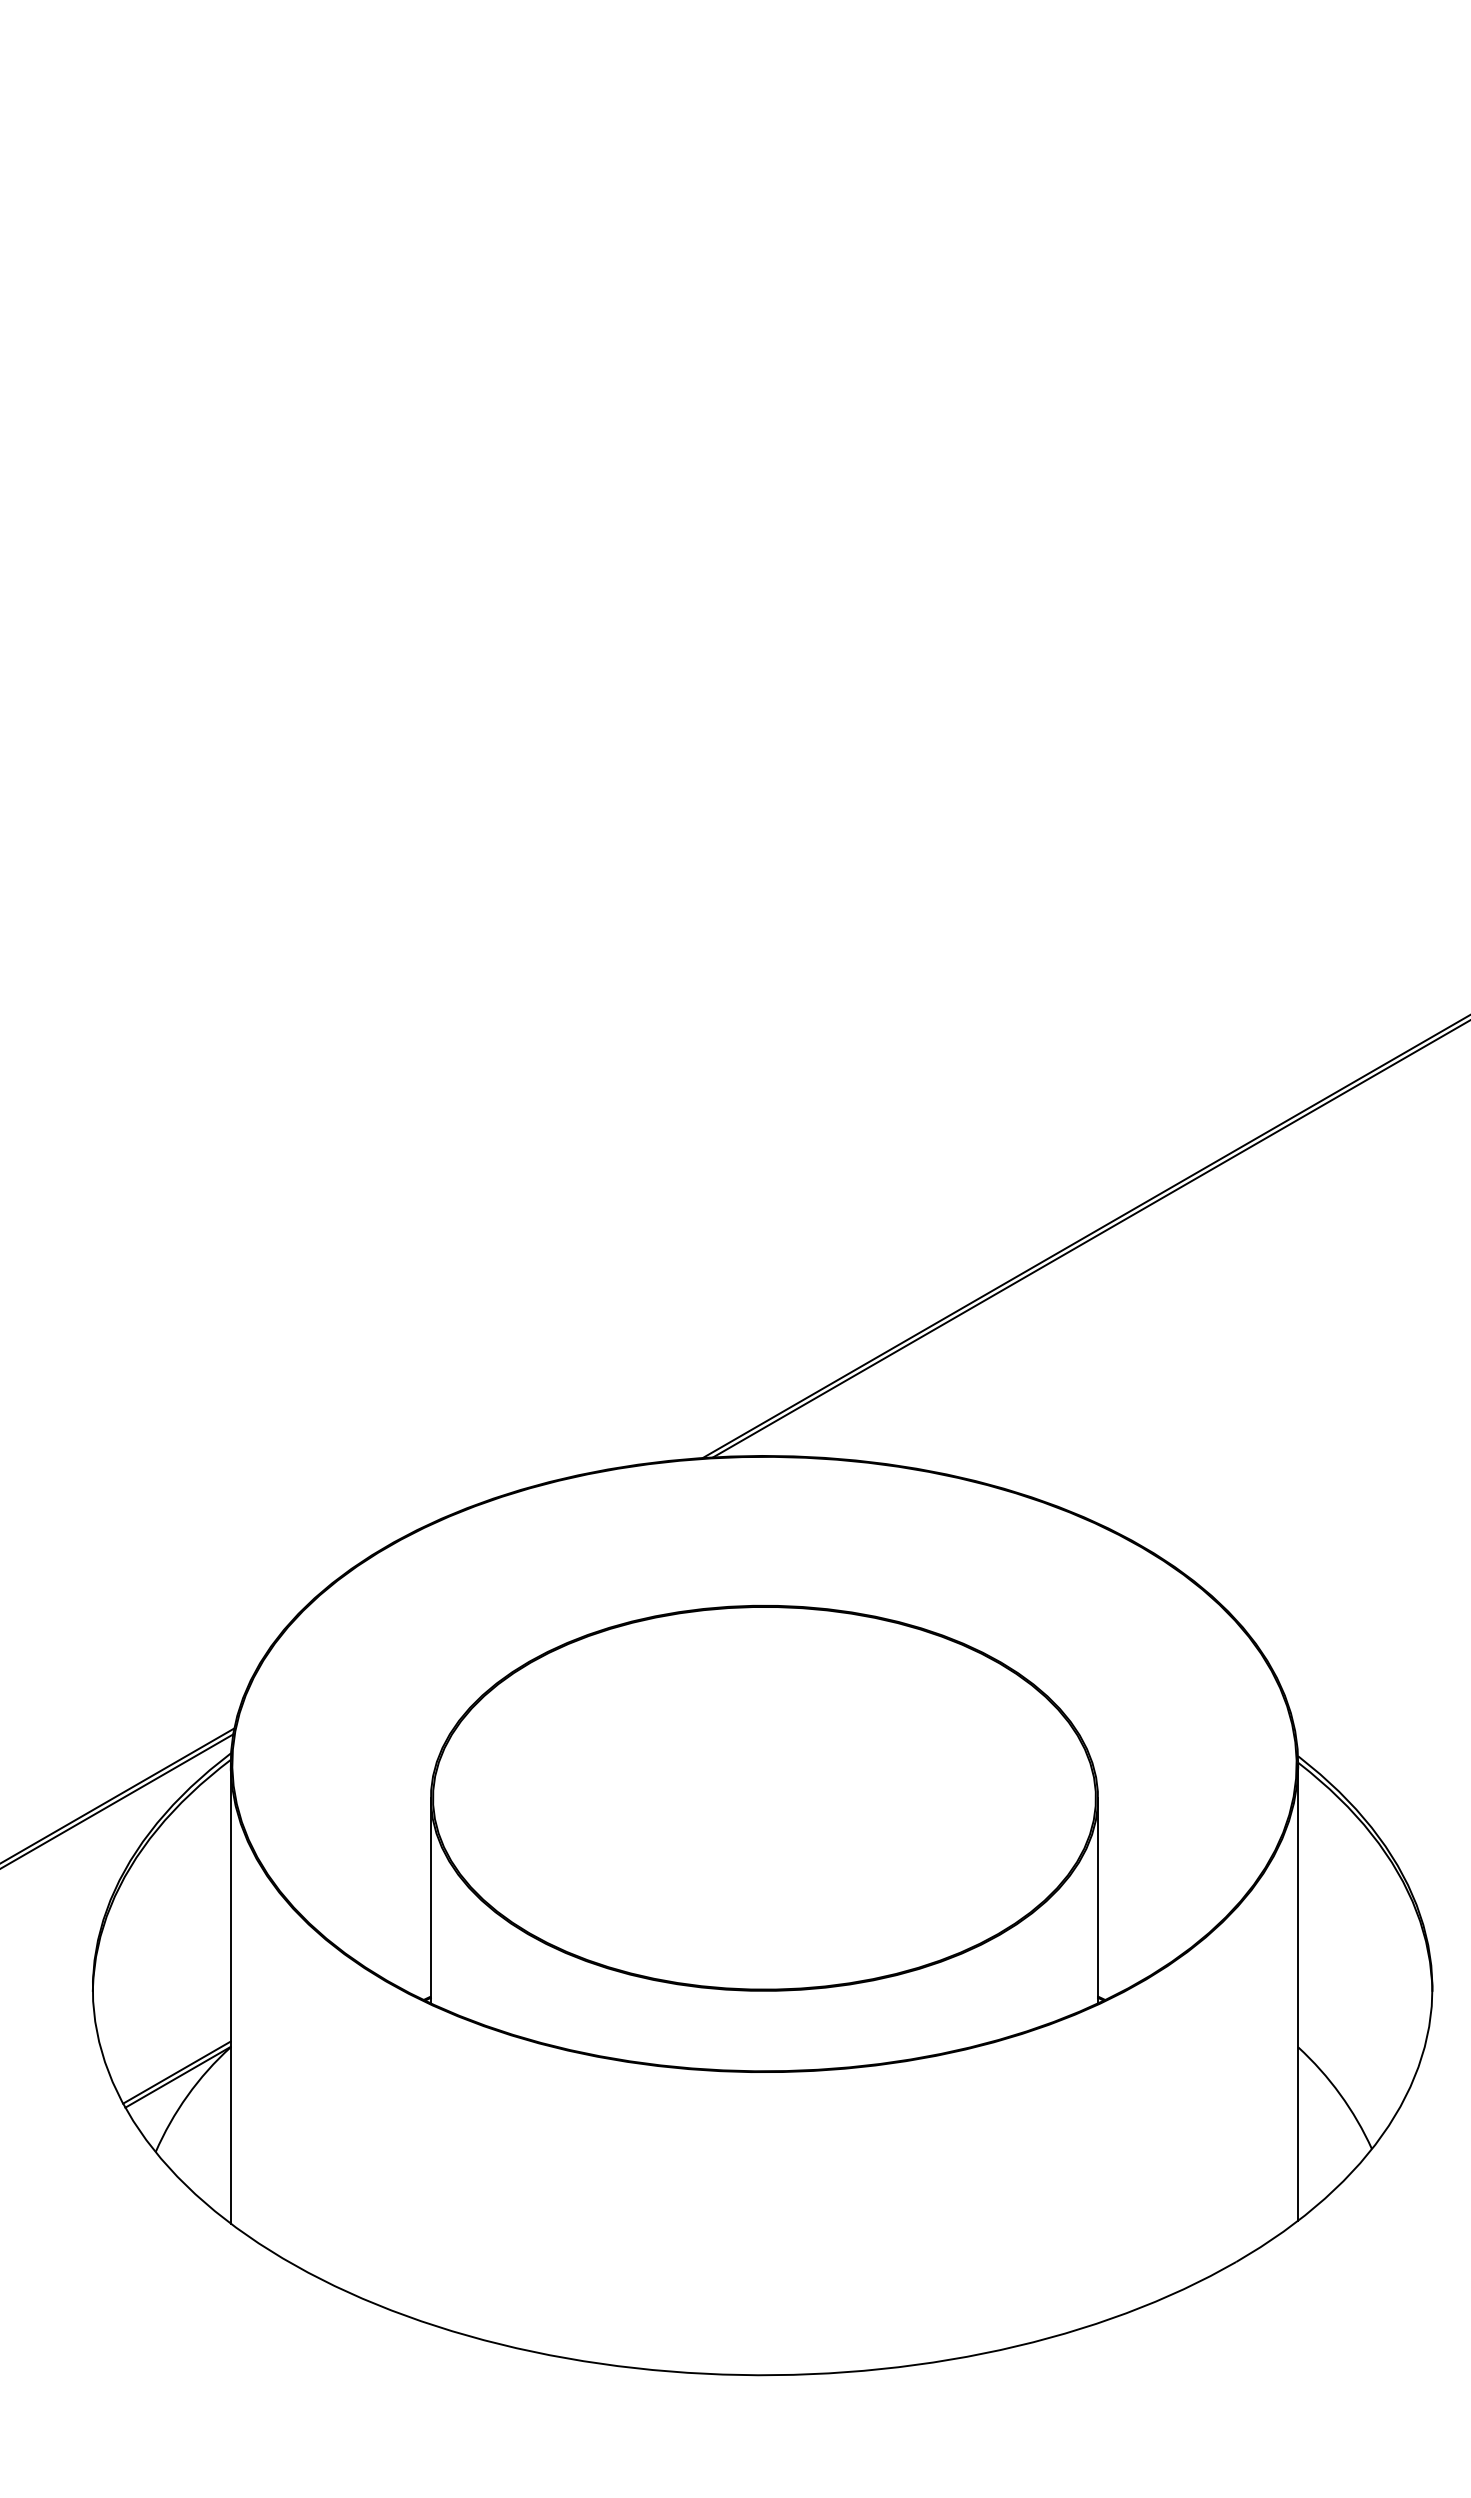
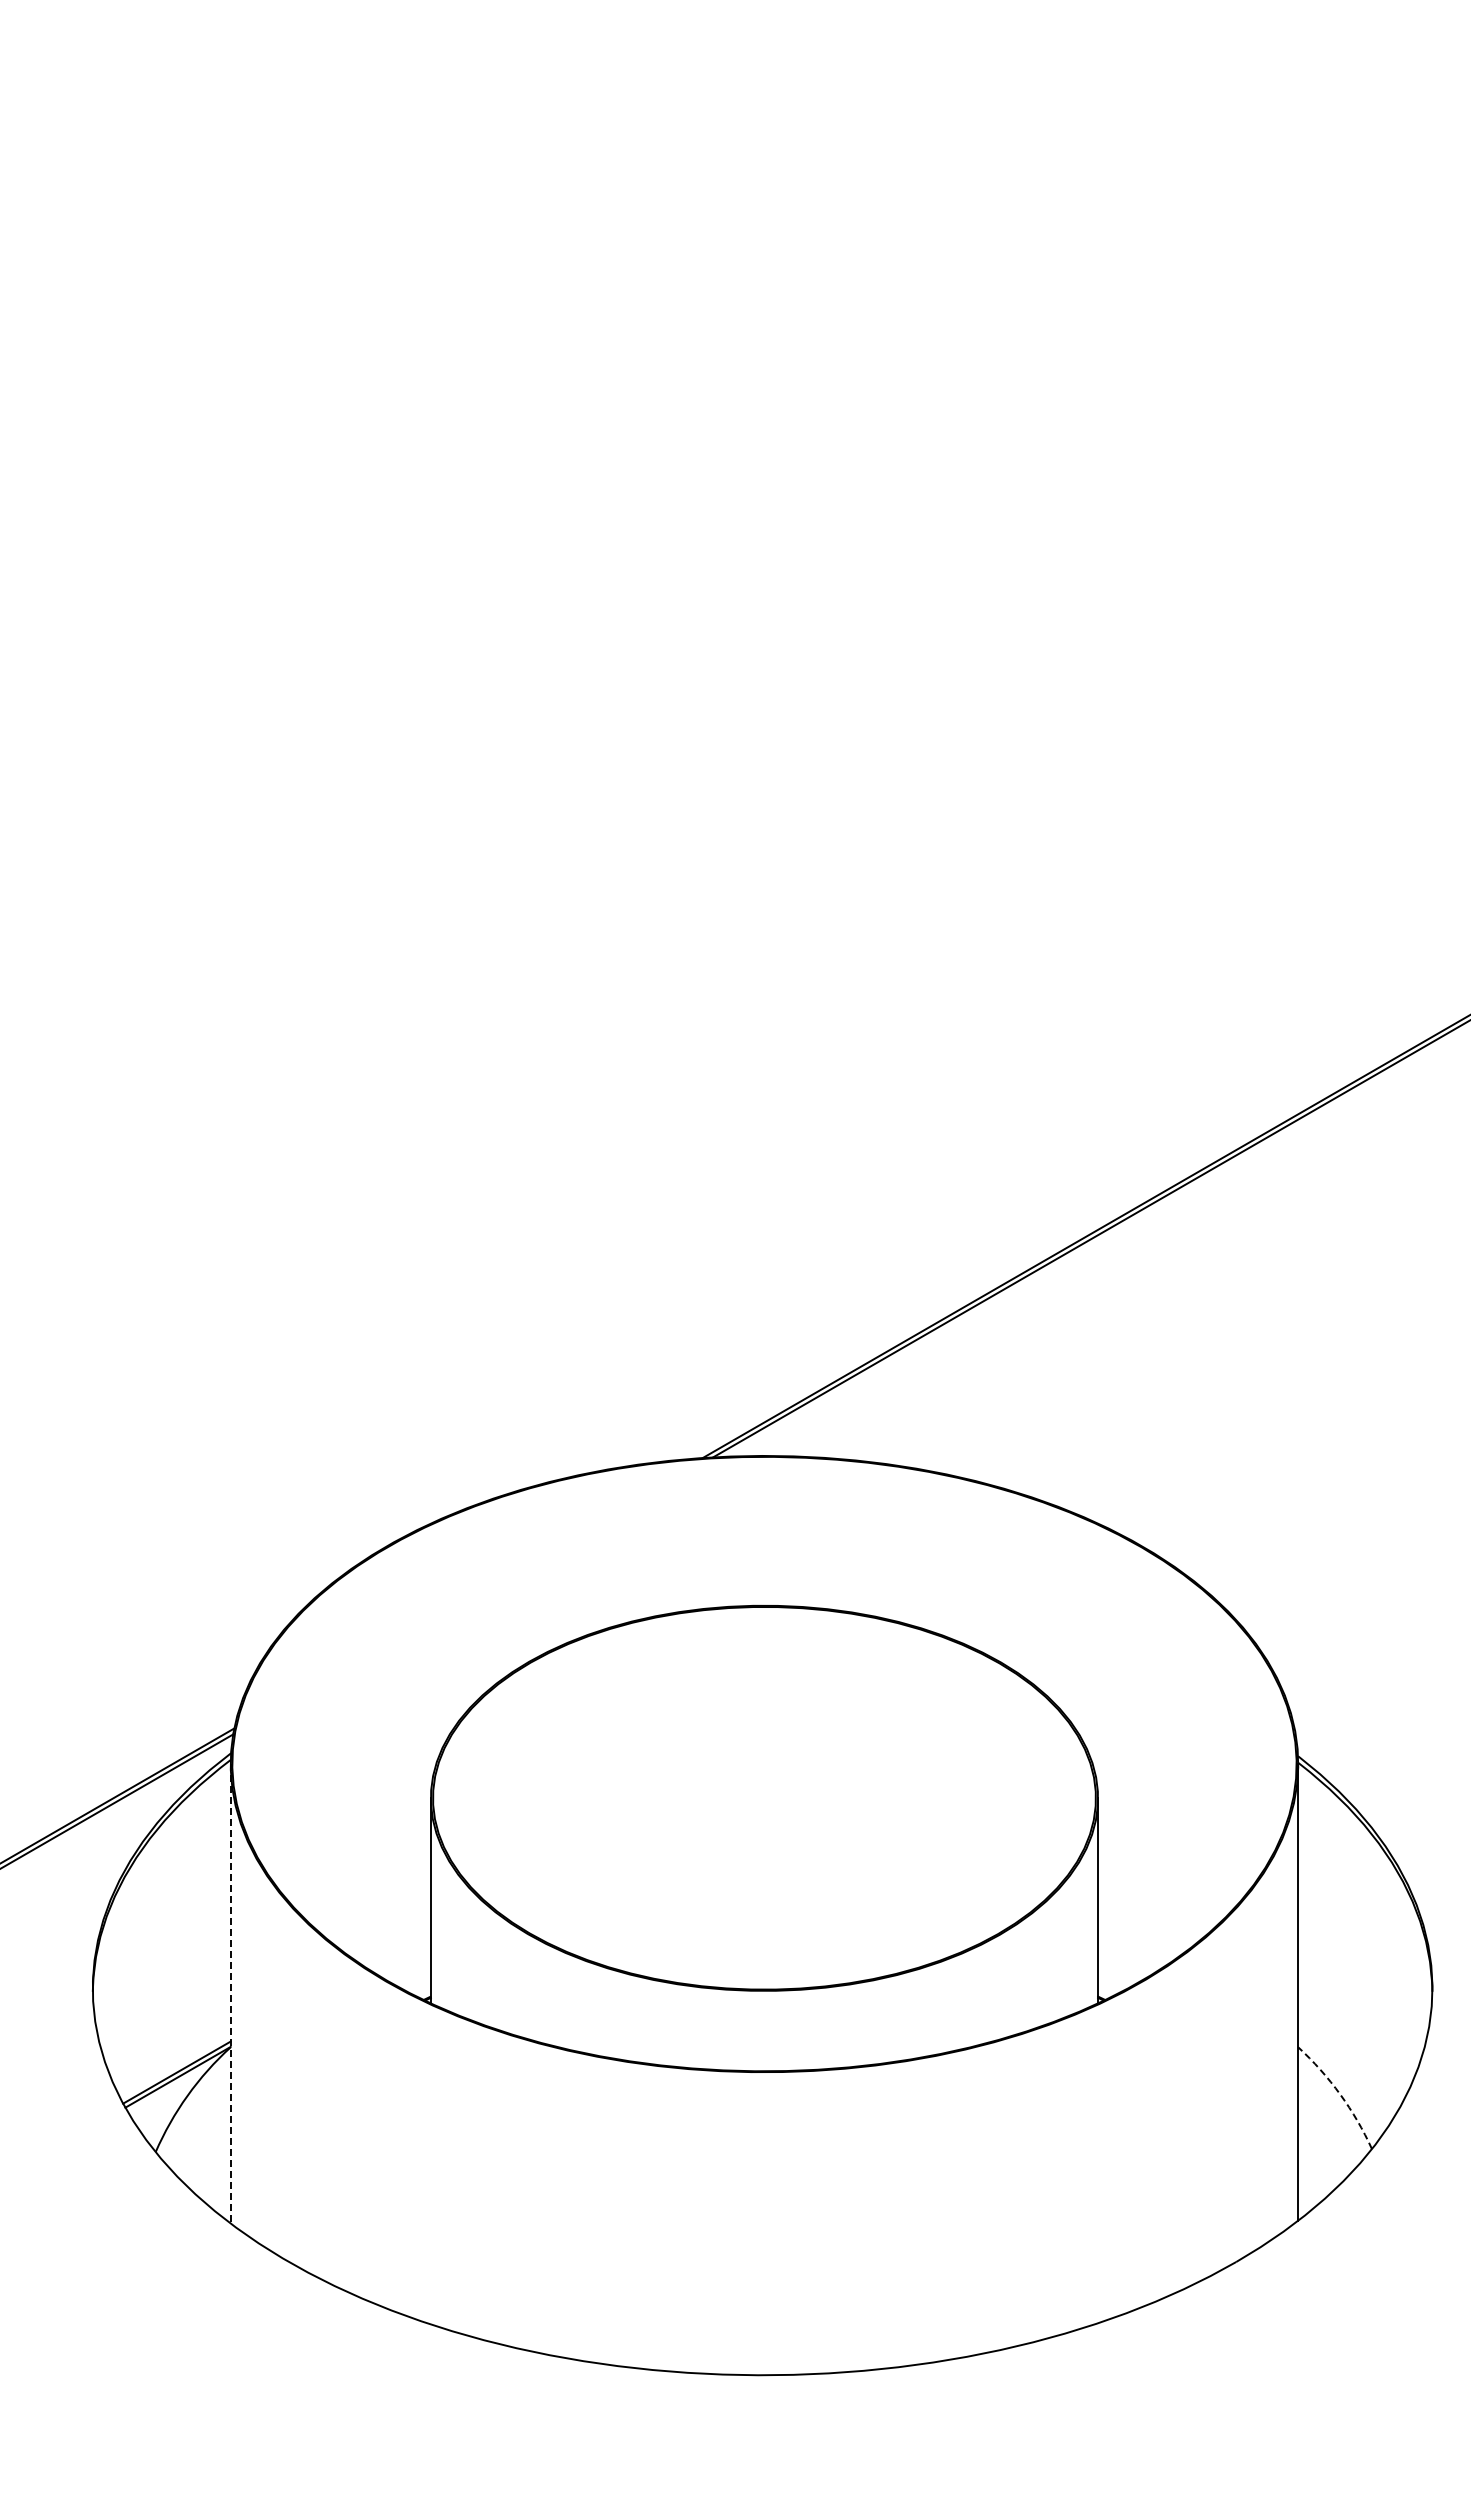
line at (230, 1993): solid -> dashed
arc at (1340, 2094): solid -> dashed
